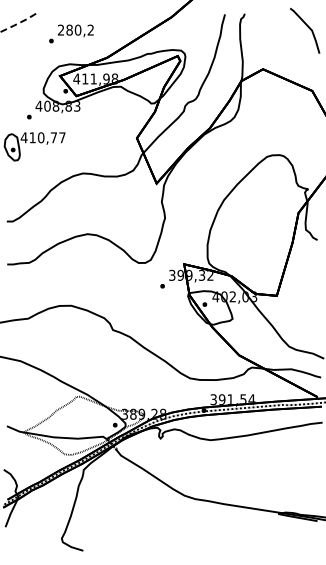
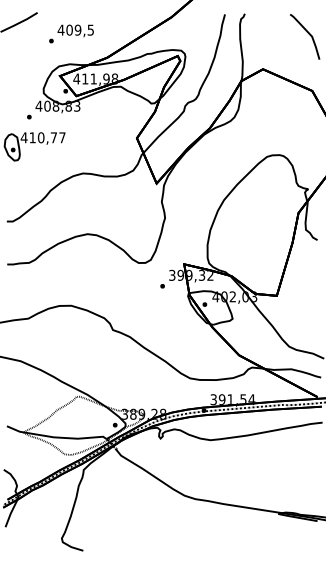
line at (20, 22): dashed -> solid
curve at (307, 27) position: (307, 27) -> (307, 33)
text at (75, 29): 280,2 -> 409,5
